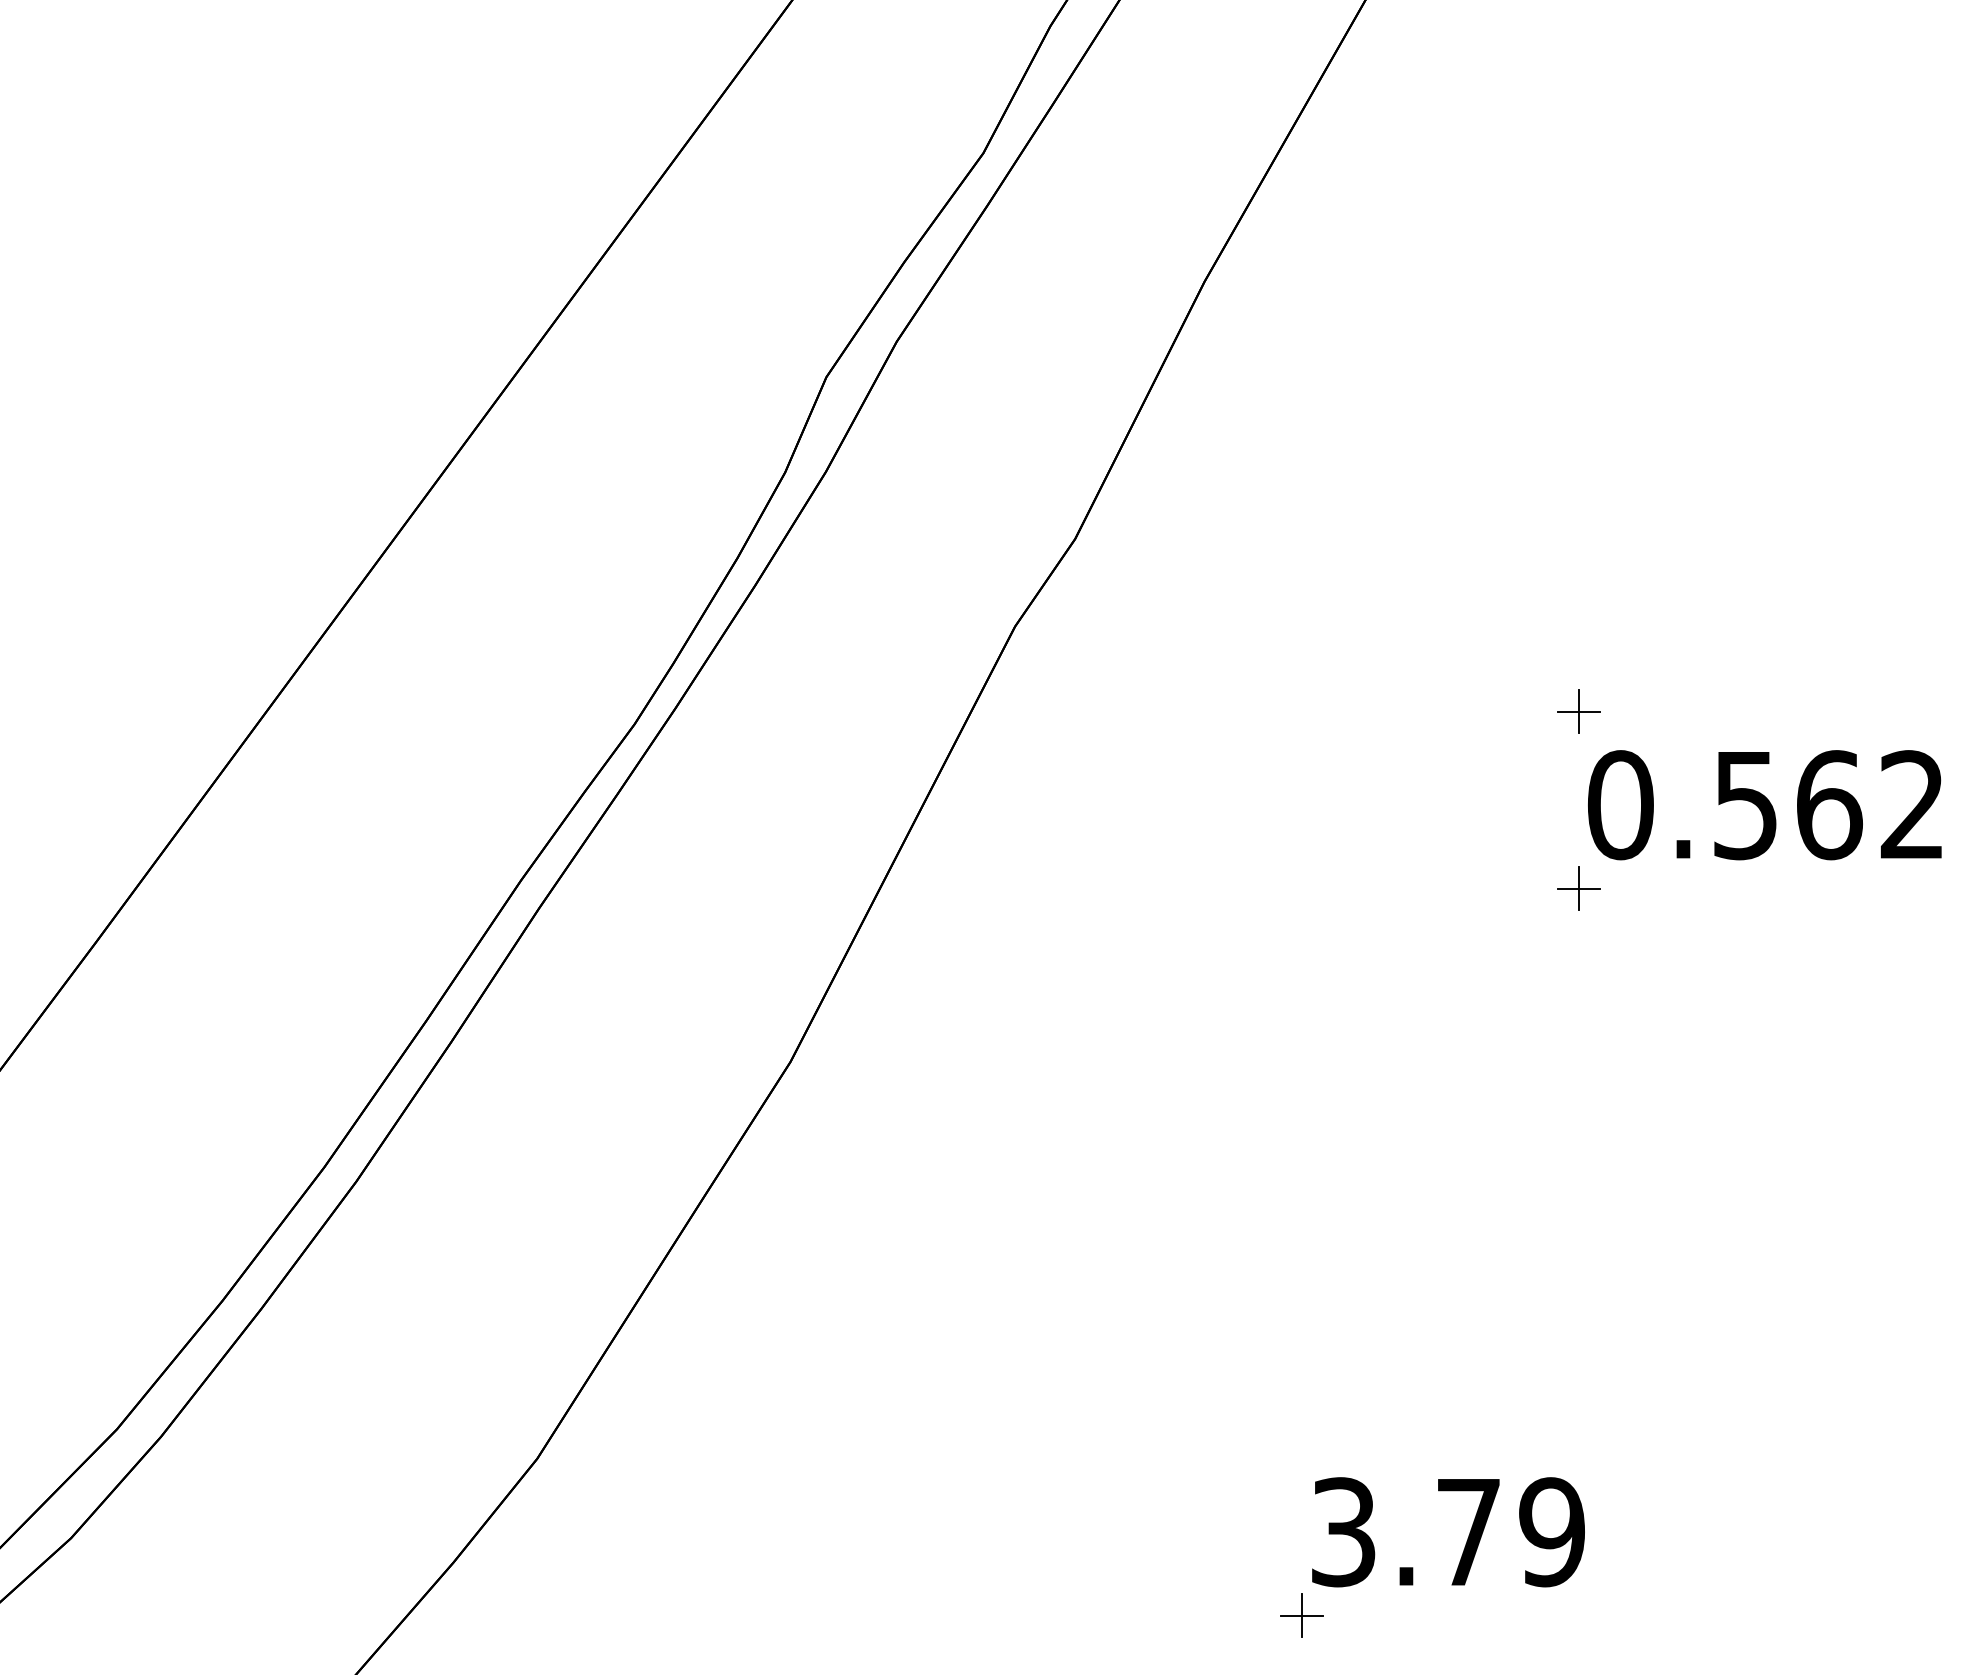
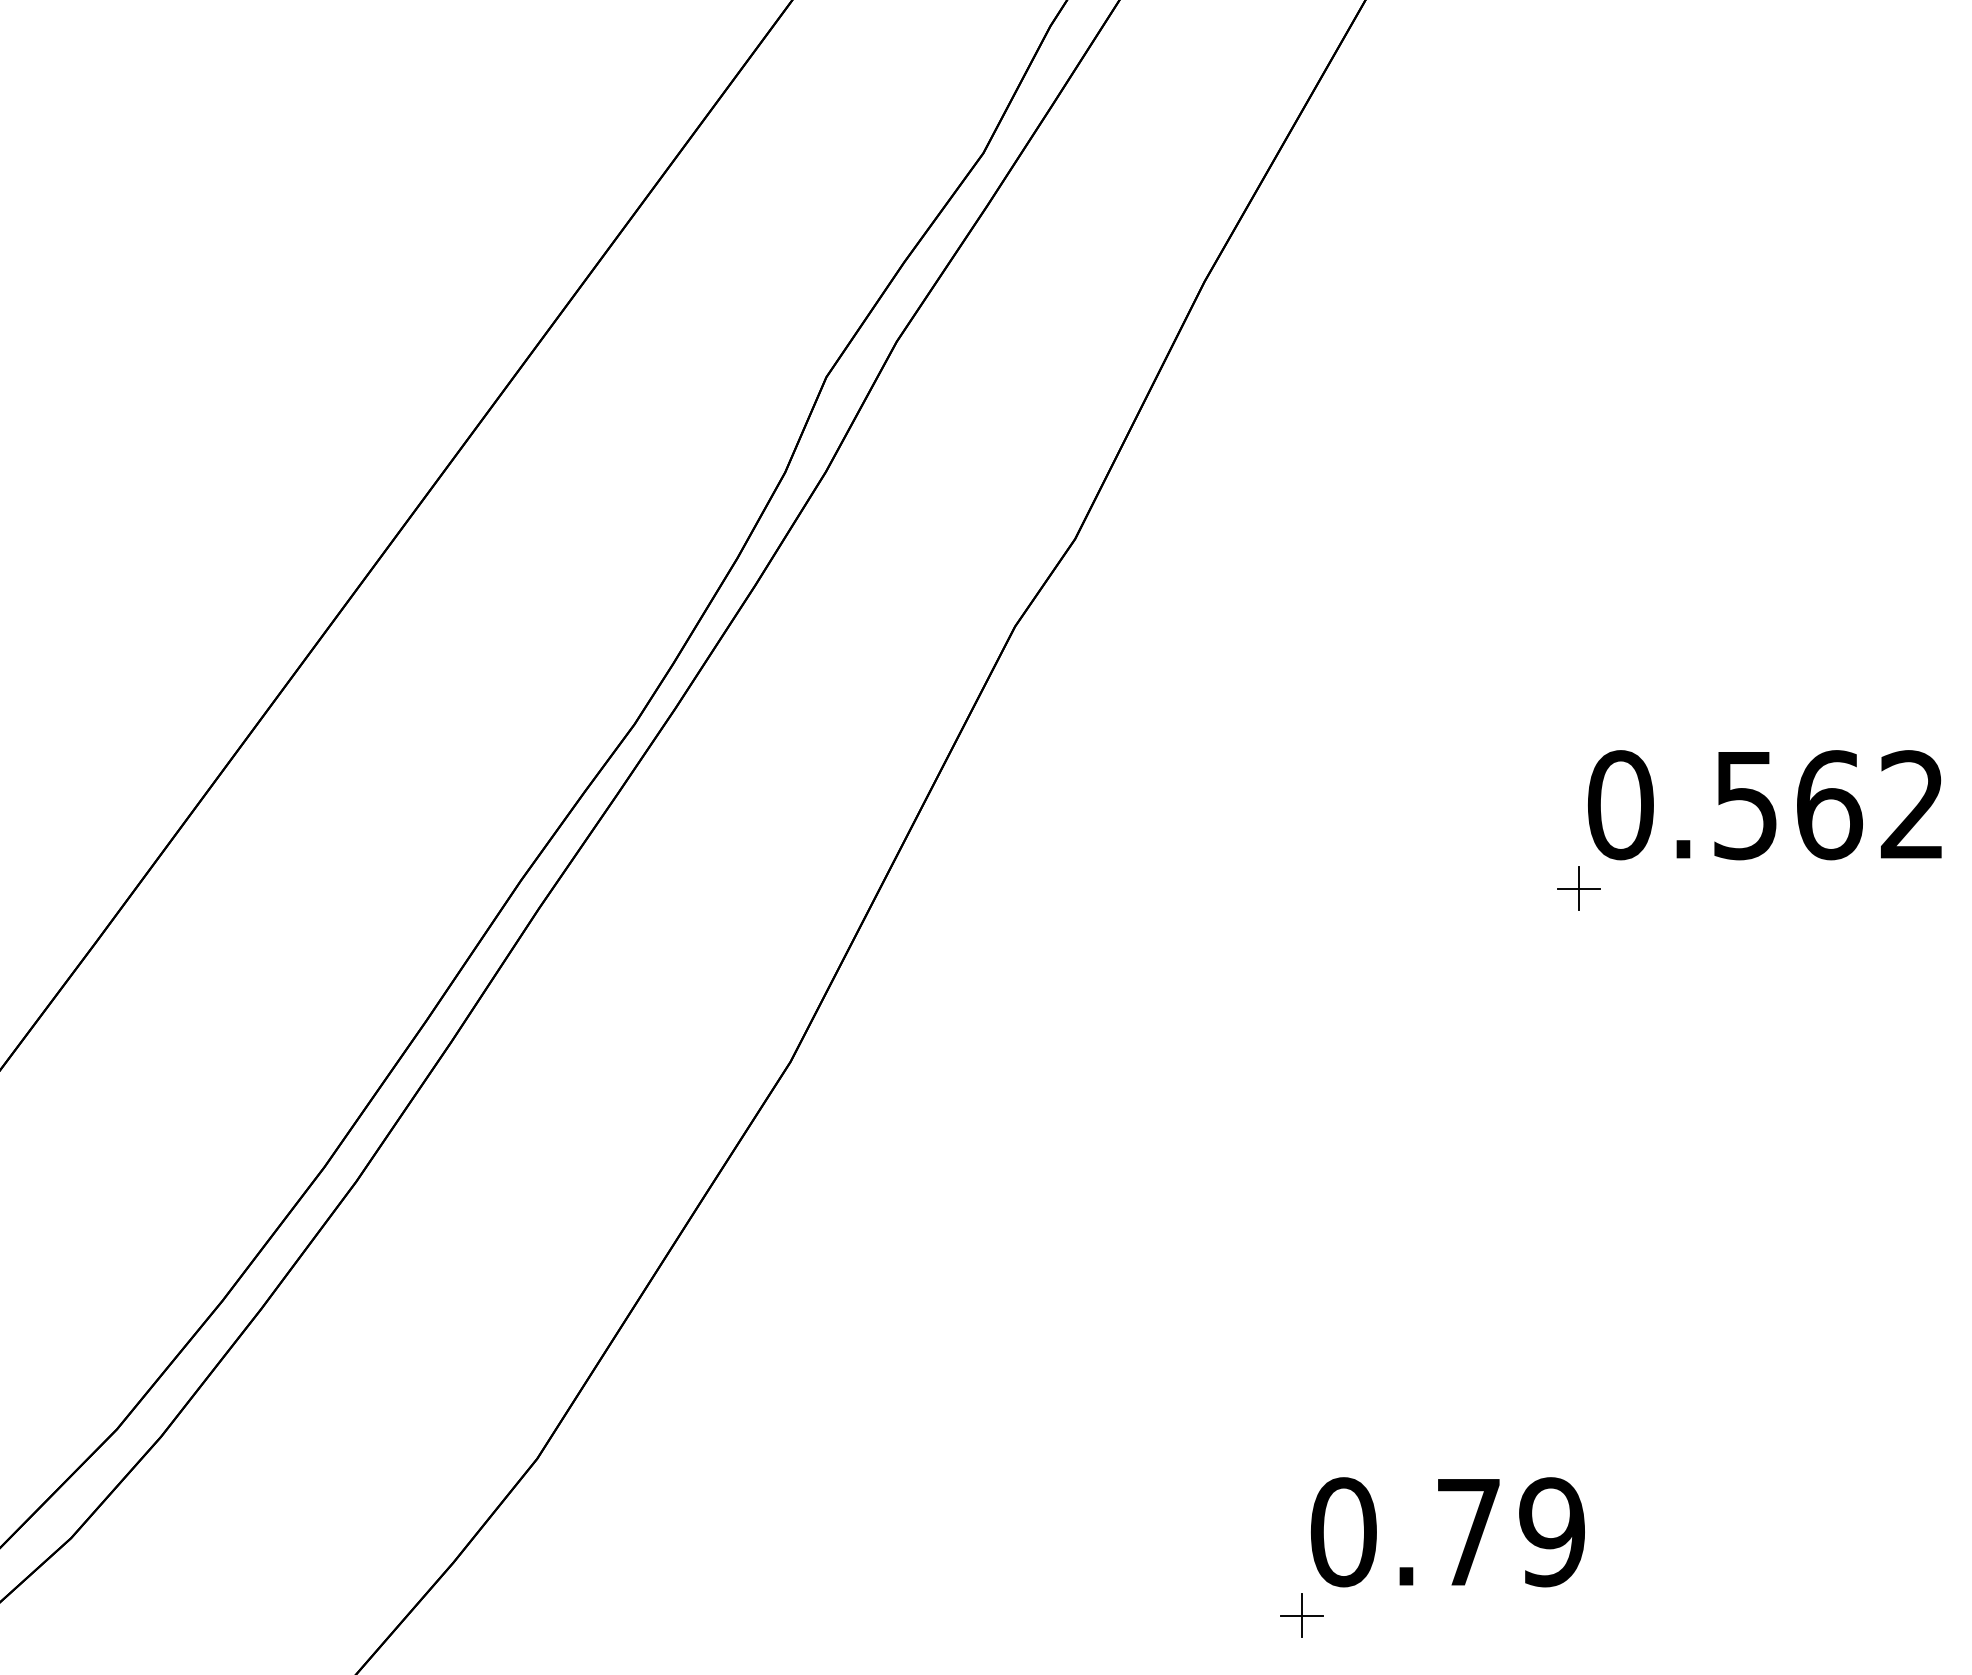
part at (1578, 711): present -> none
text at (1343, 1532): 3.79 -> 0.79
